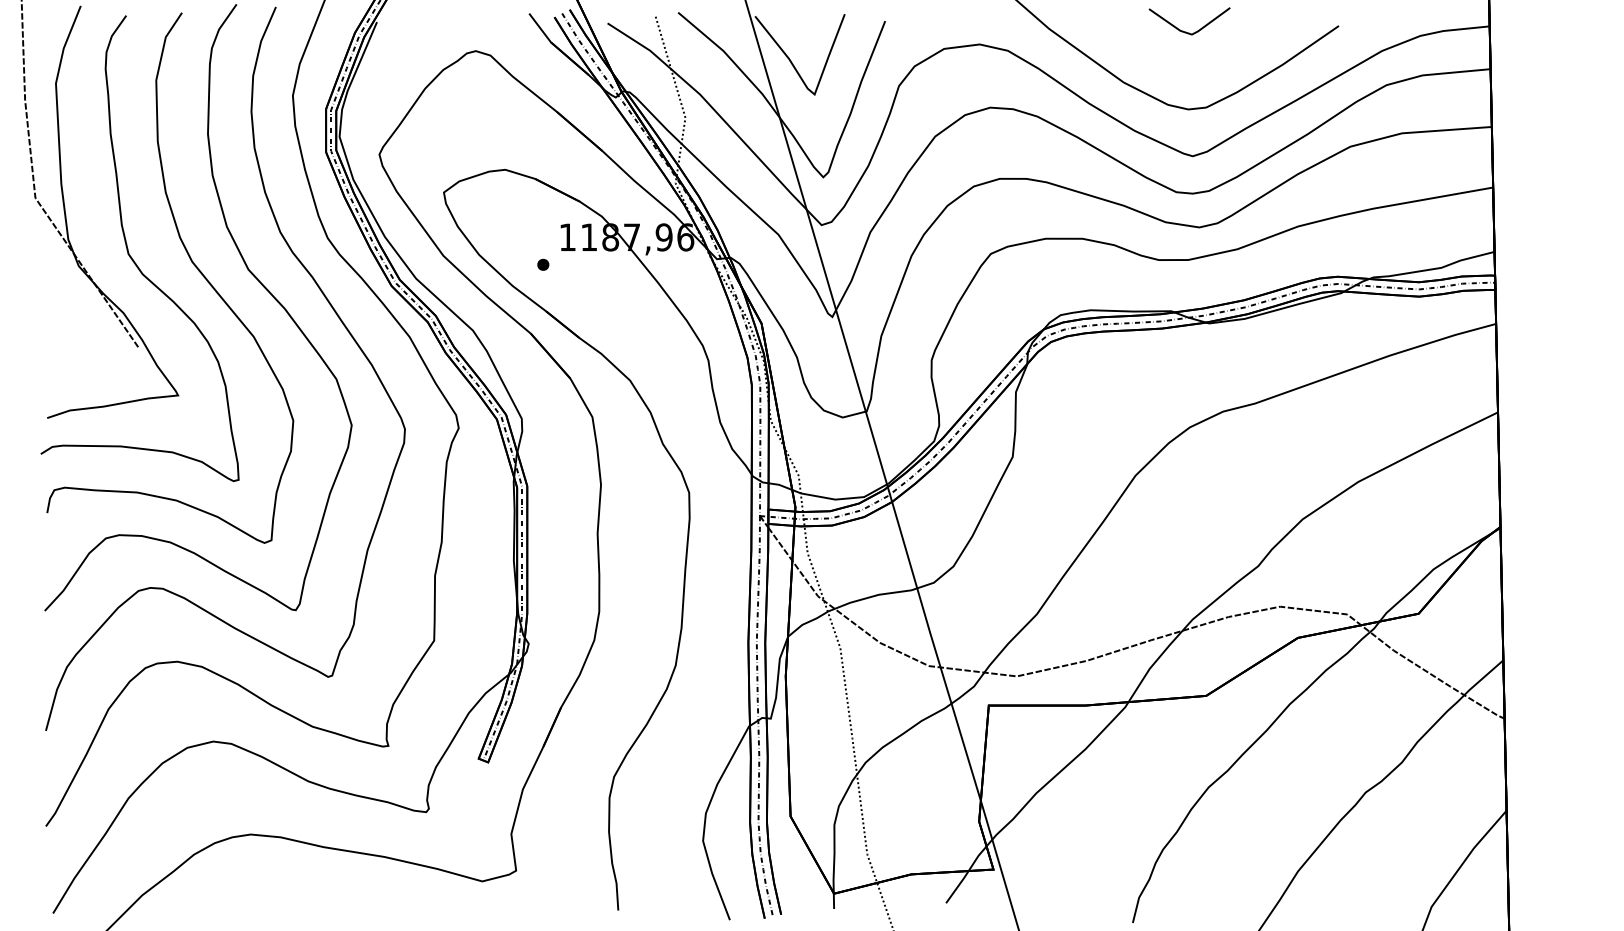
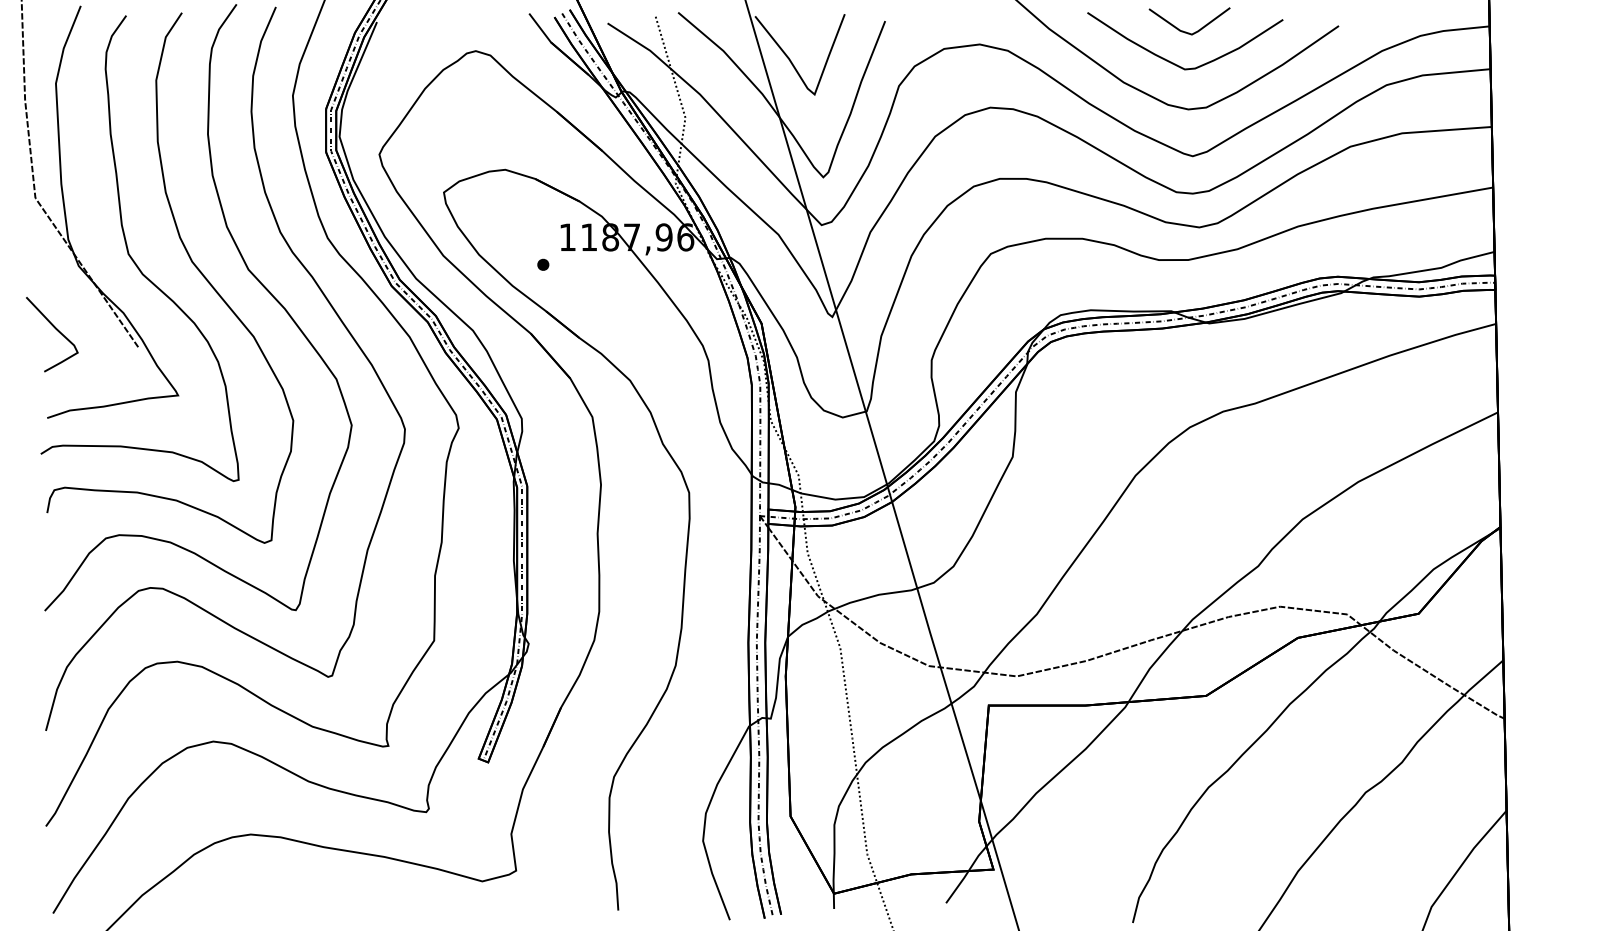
curve at (1175, 63): none -> present
curve at (56, 330): none -> present
